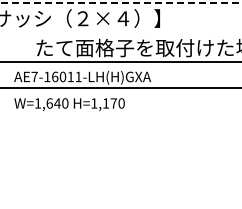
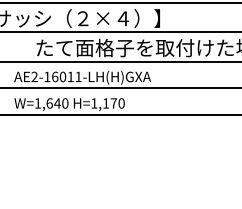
line at (121, 2): dashed -> solid
line at (120, 32): none -> present
text at (34, 76): AE7-16011-LH(H)GXA -> AE2-16011-LH(H)GXA
line at (120, 114): none -> present
